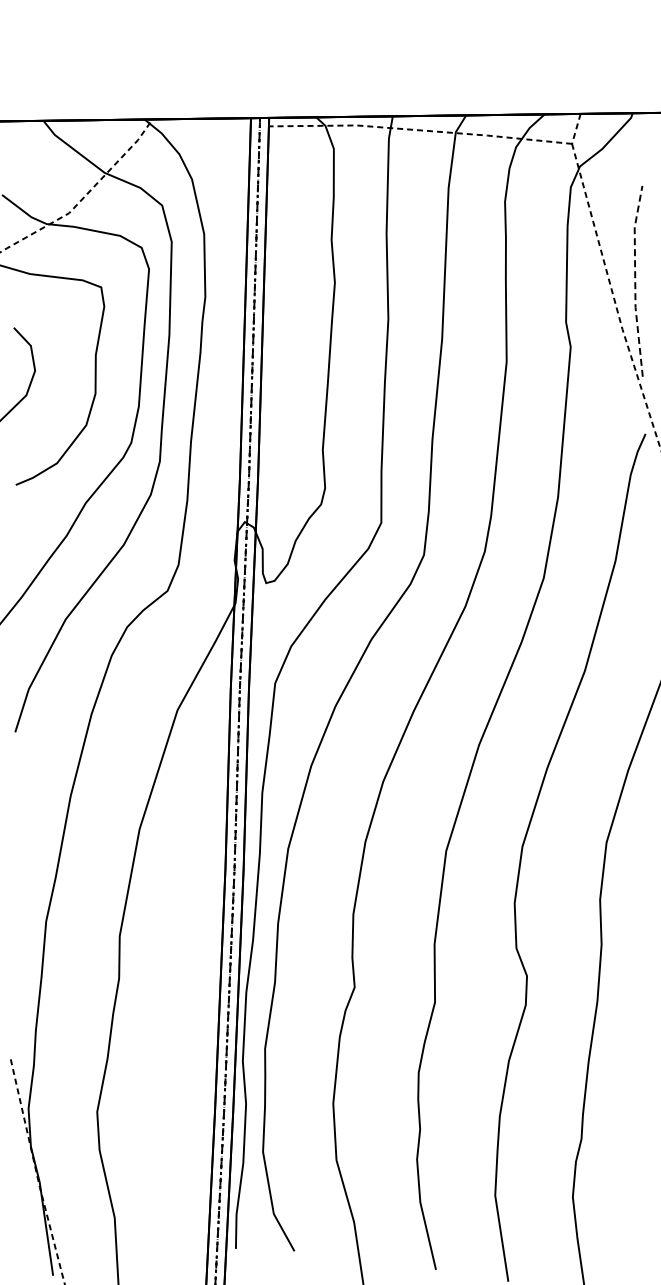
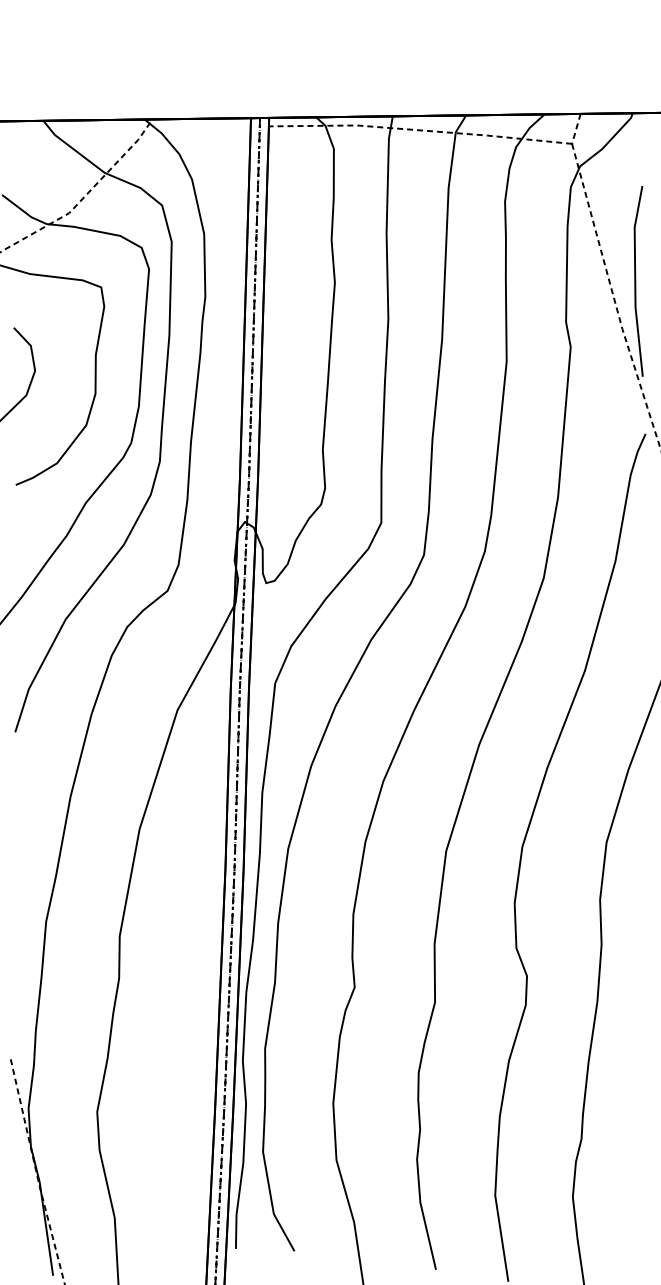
line at (635, 280): dashed -> solid
